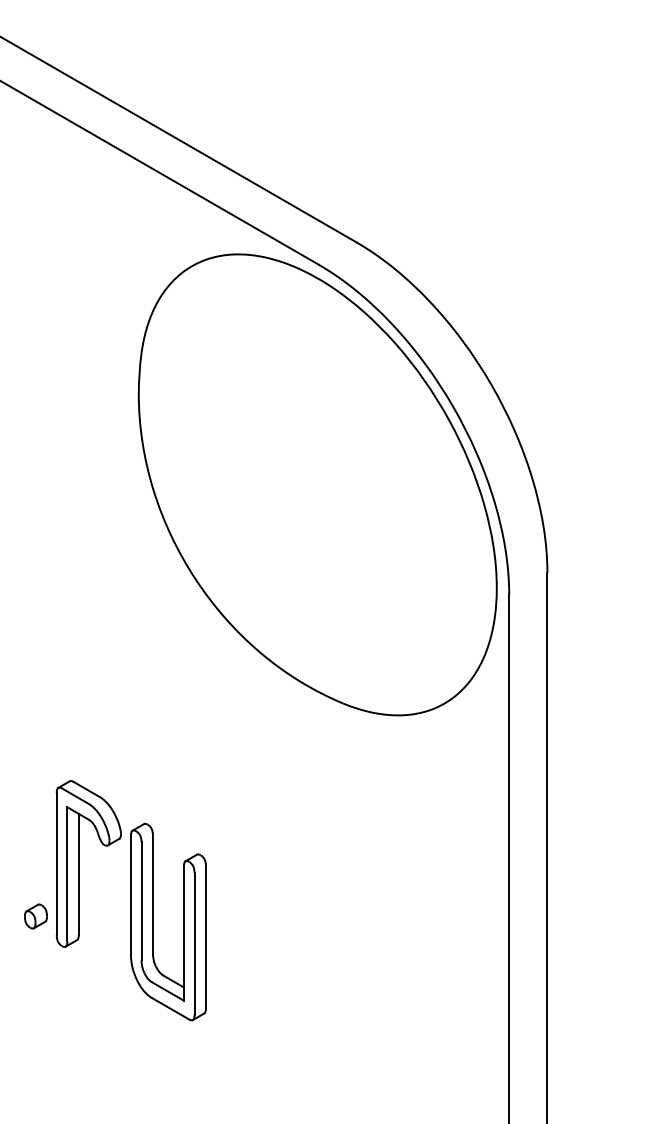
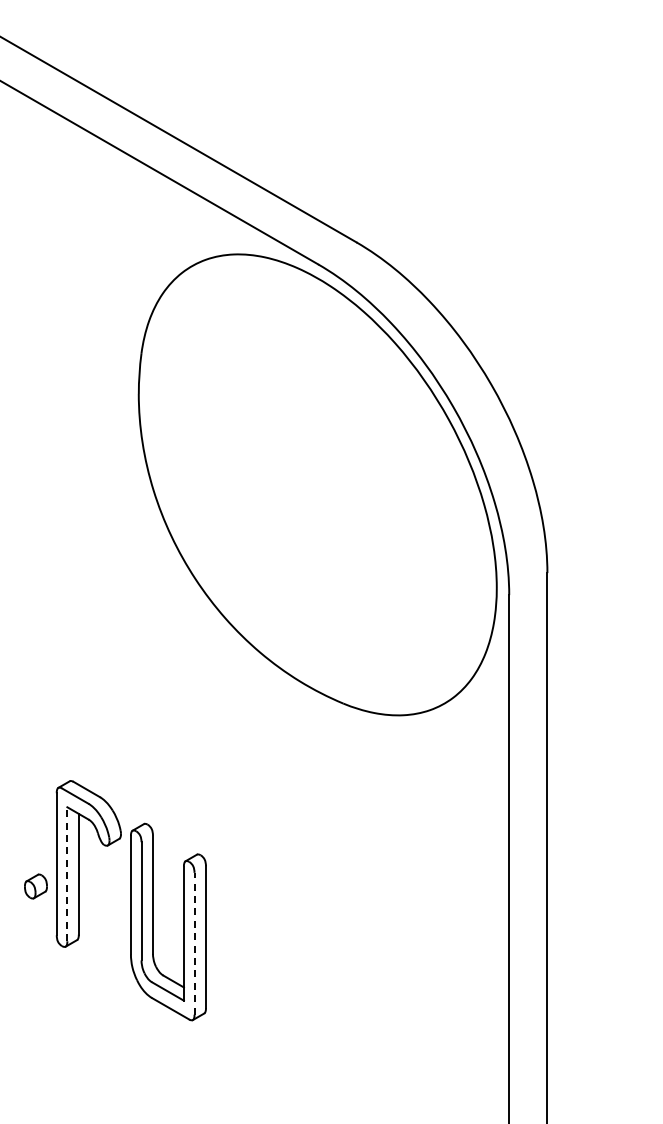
line at (67, 873): solid -> dashed
part at (35, 916) position: (35, 916) -> (35, 886)
line at (194, 943): solid -> dashed
